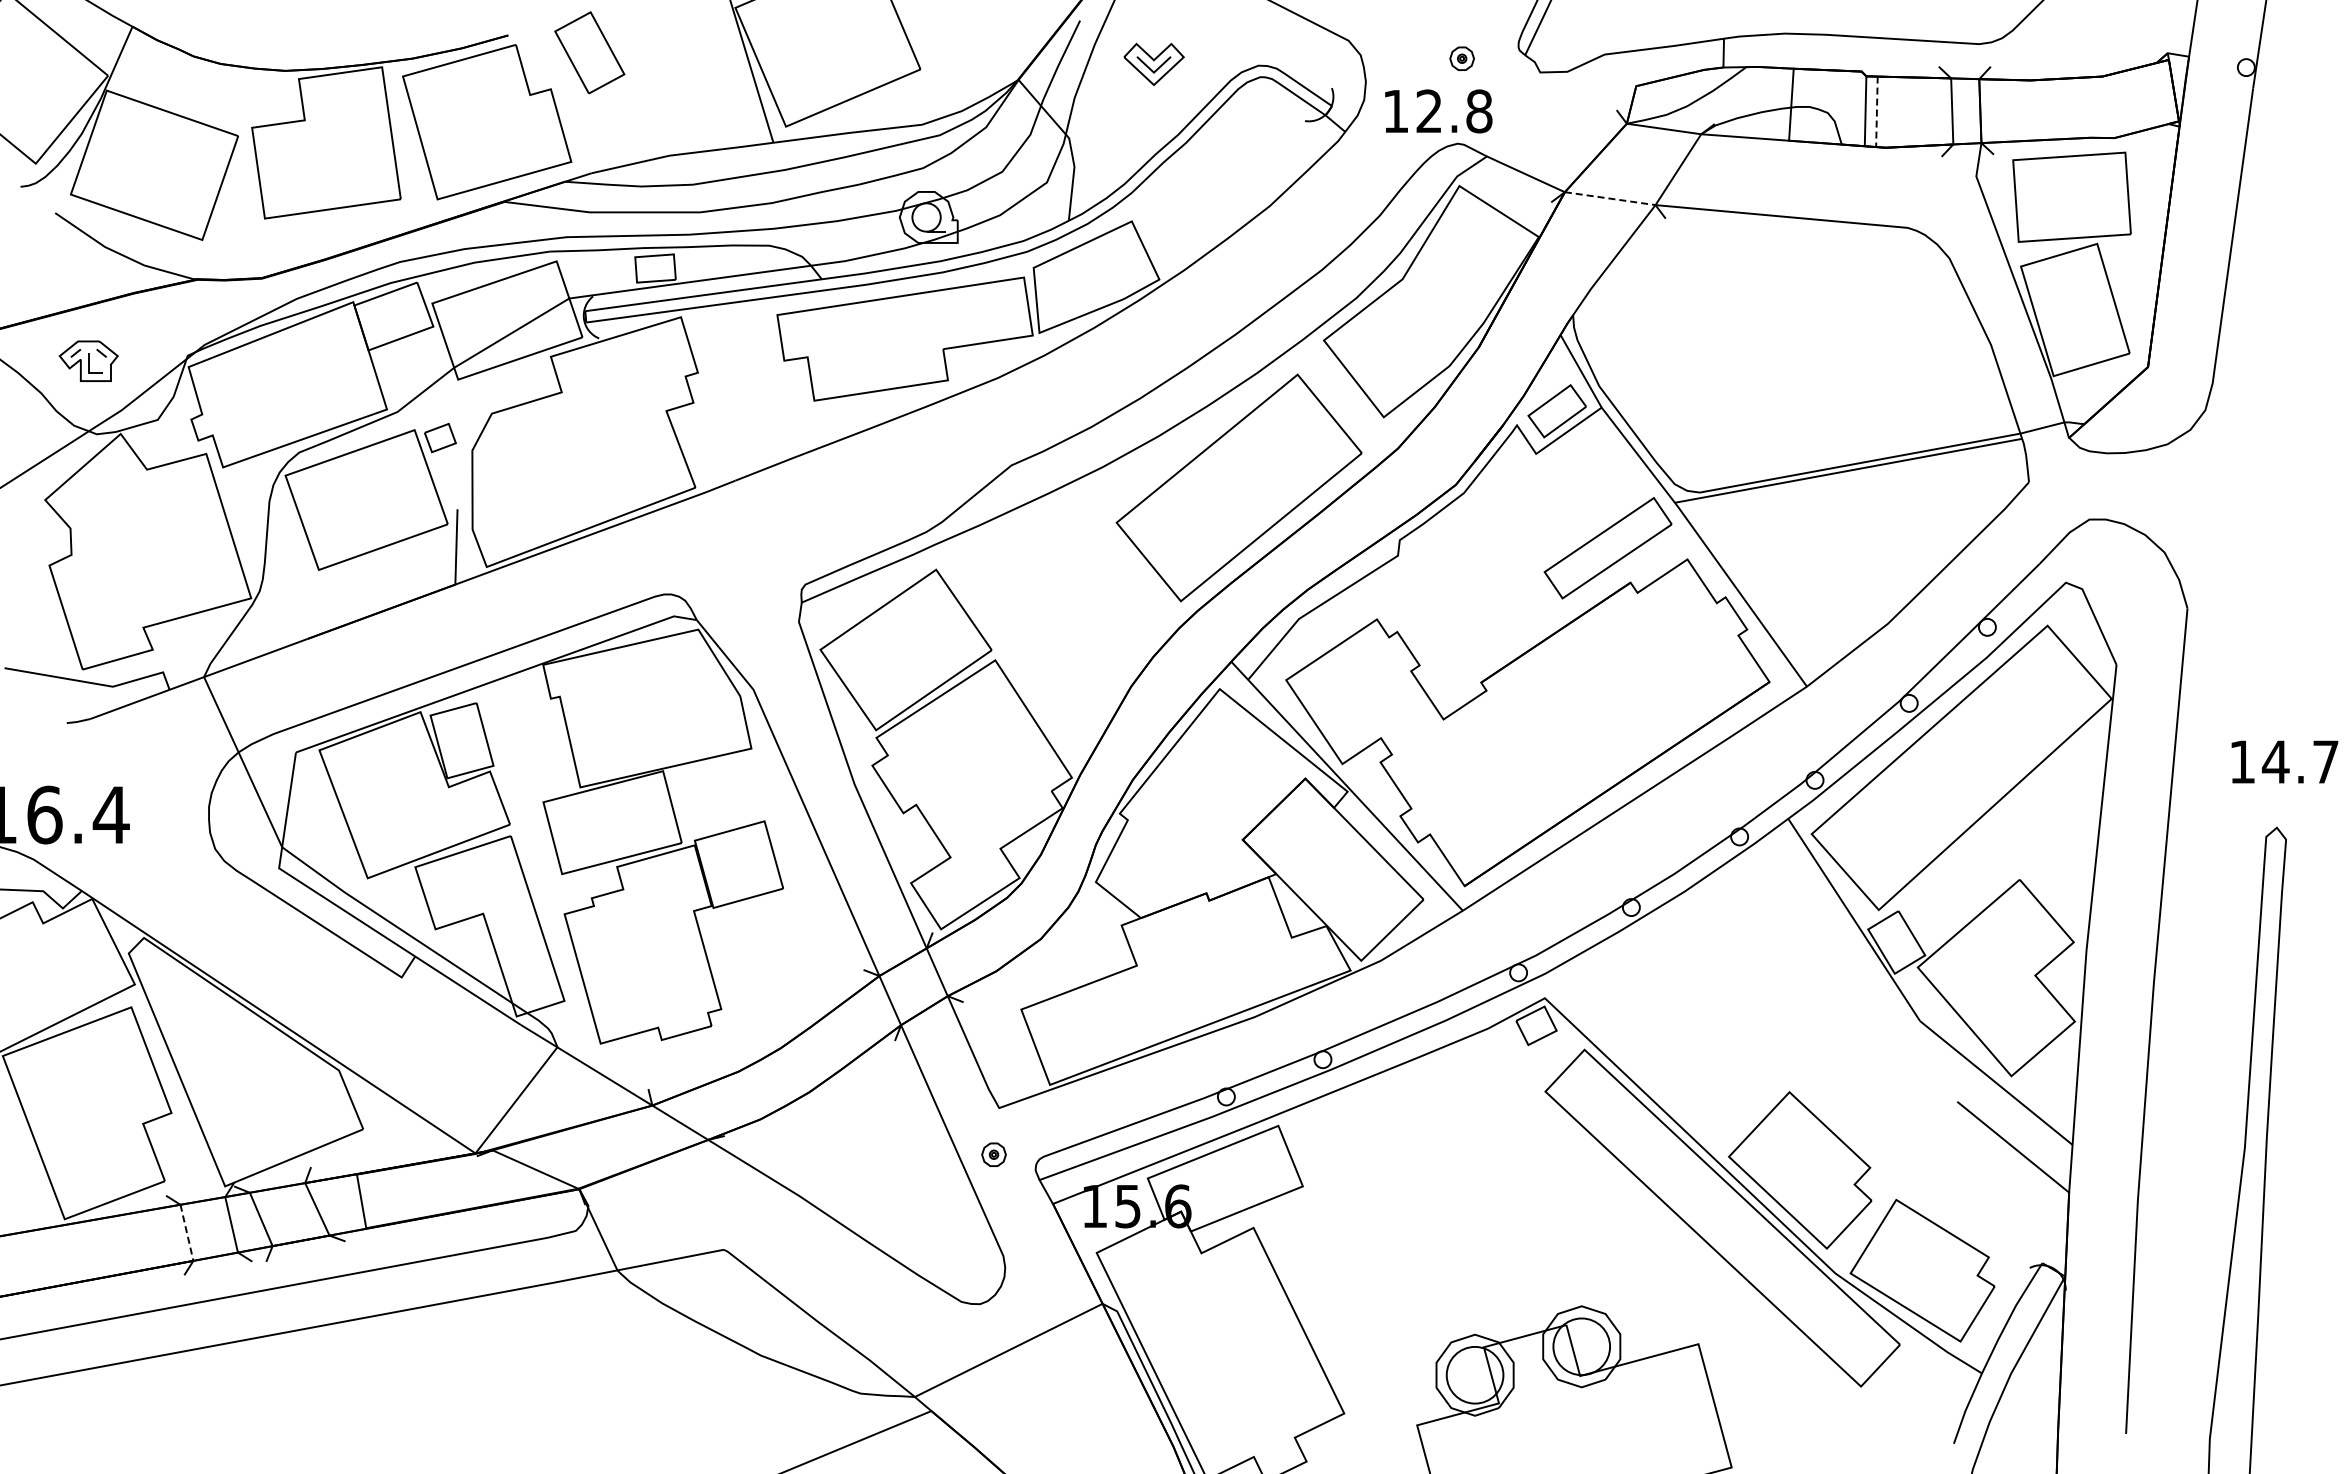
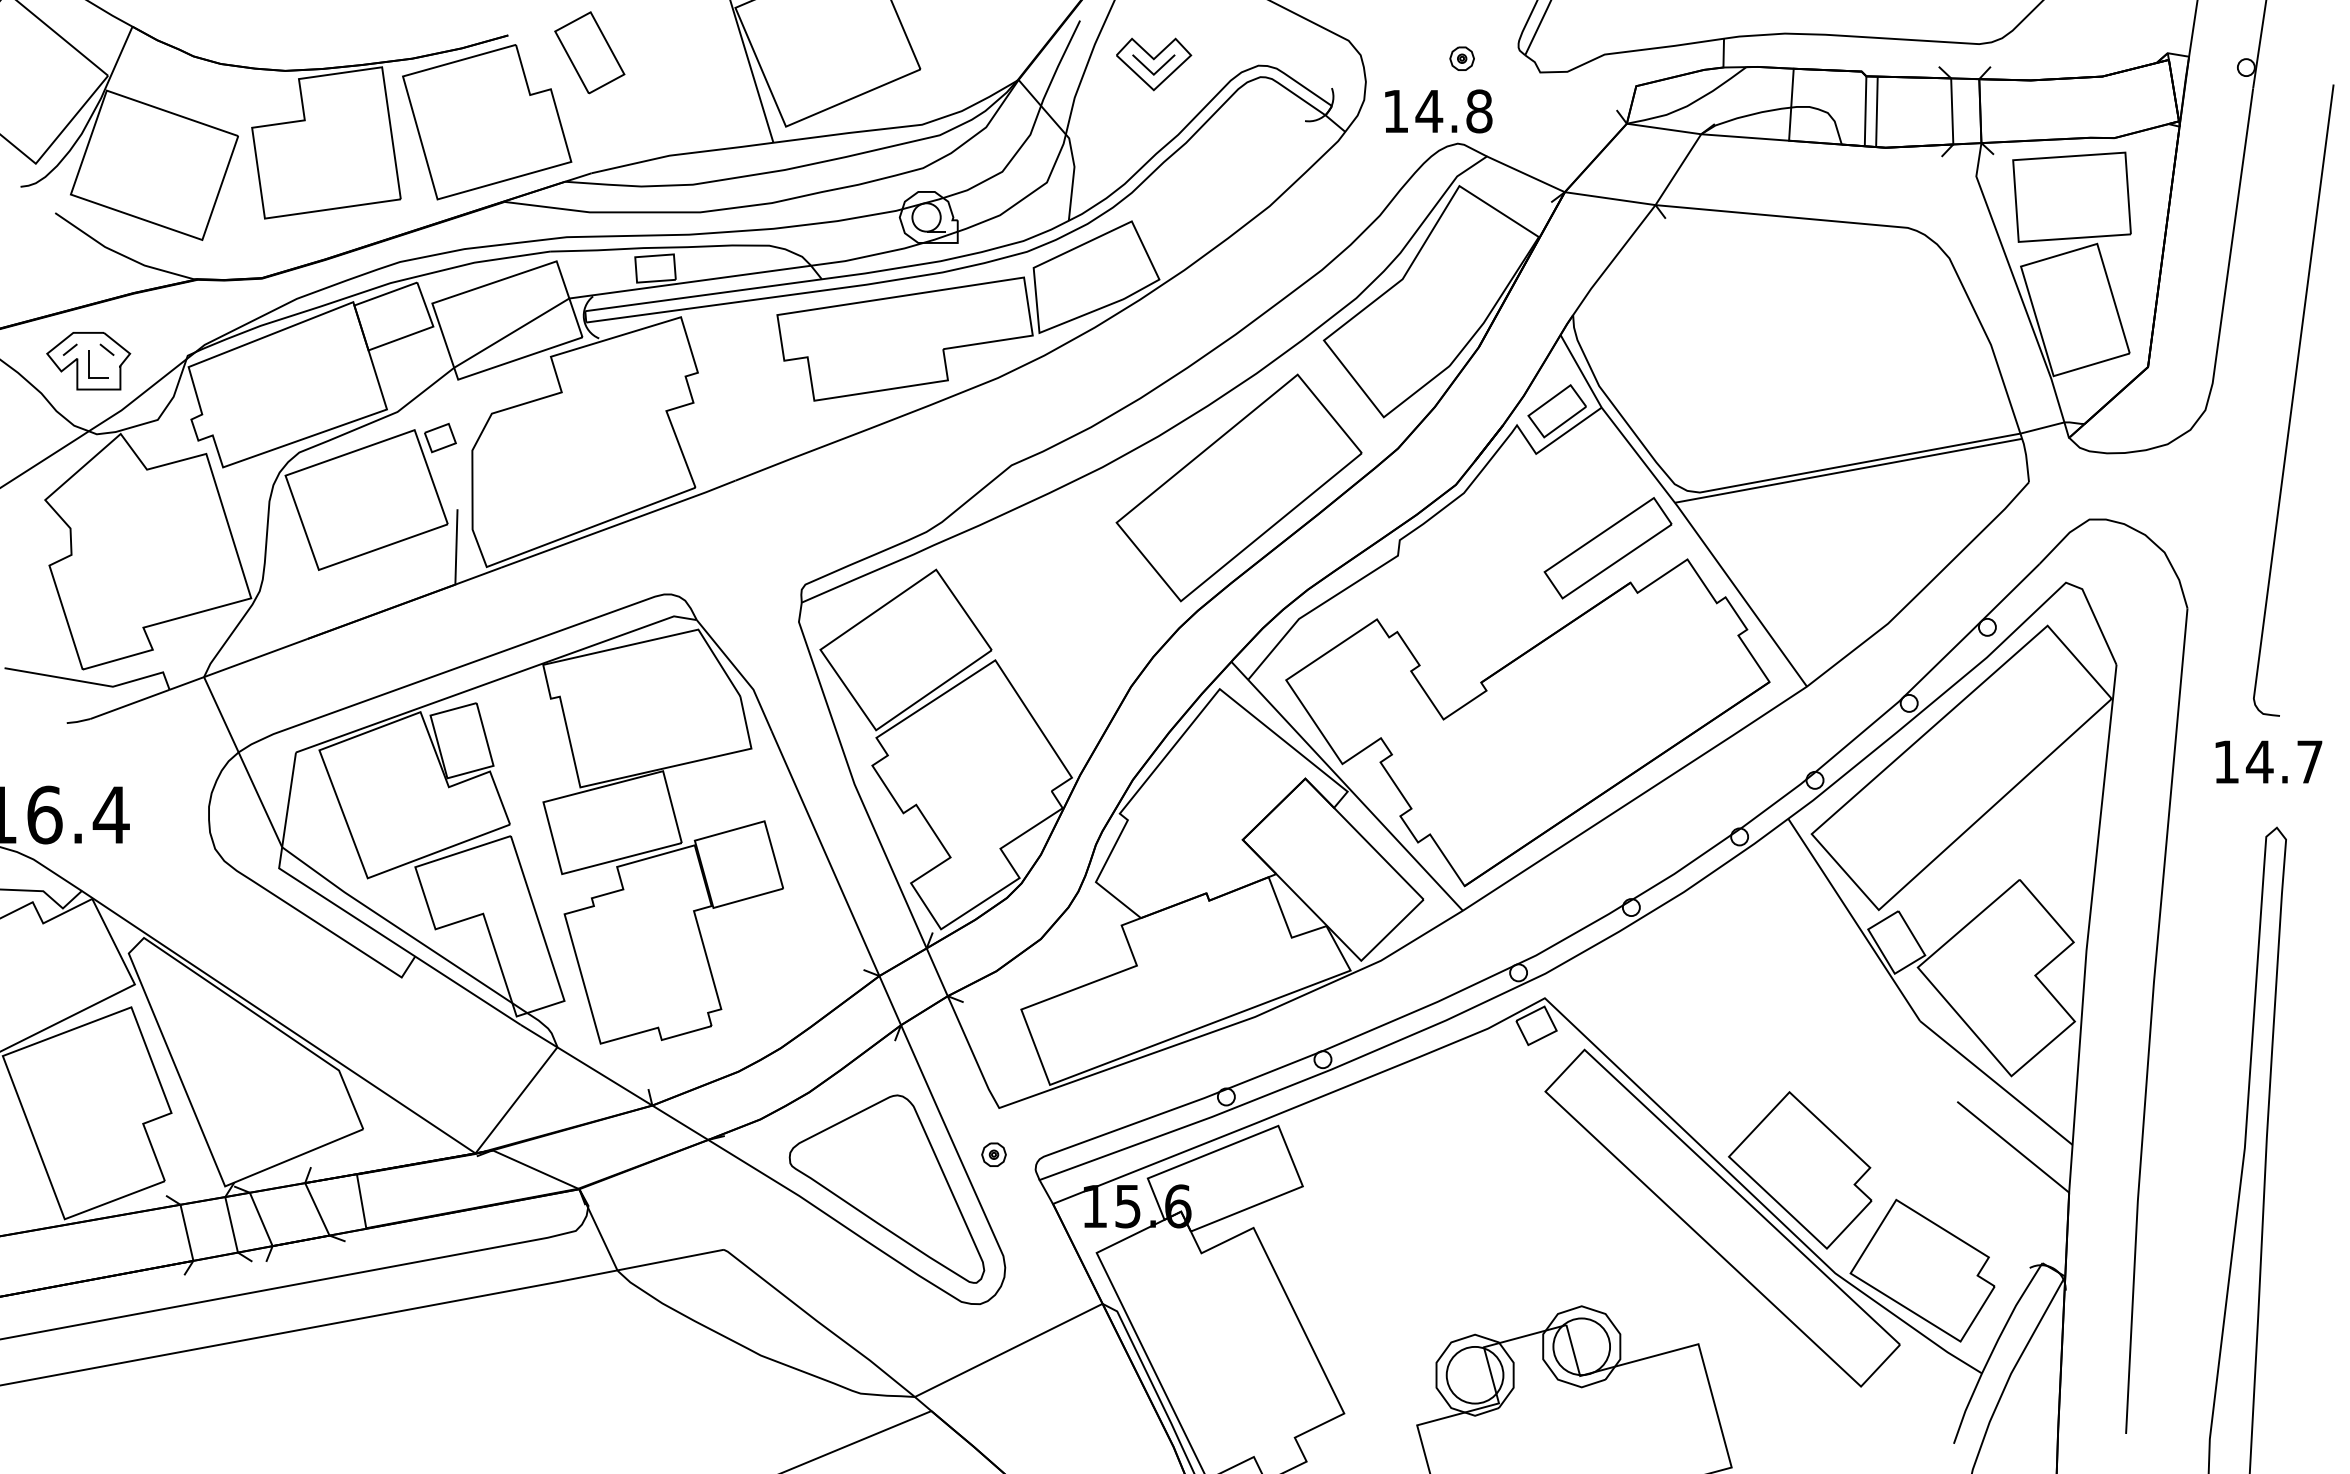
part at (1153, 63) size: 62x44 px -> 77x55 px
text at (1429, 110): 12.8 -> 14.8
line at (1876, 112): dashed -> solid
line at (1610, 198): dashed -> solid
part at (88, 360) size: 61x42 px -> 86x59 px
curve at (2293, 400): none -> present
text at (2284, 761) position: (2284, 761) -> (2268, 761)
part at (886, 1188): none -> present
line at (186, 1232): dashed -> solid
